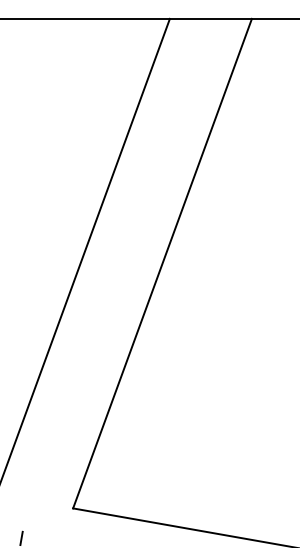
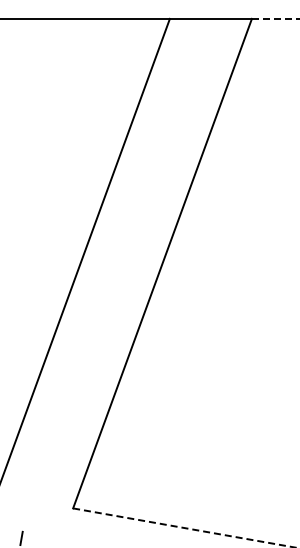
line at (275, 18): solid -> dashed
line at (185, 528): solid -> dashed
